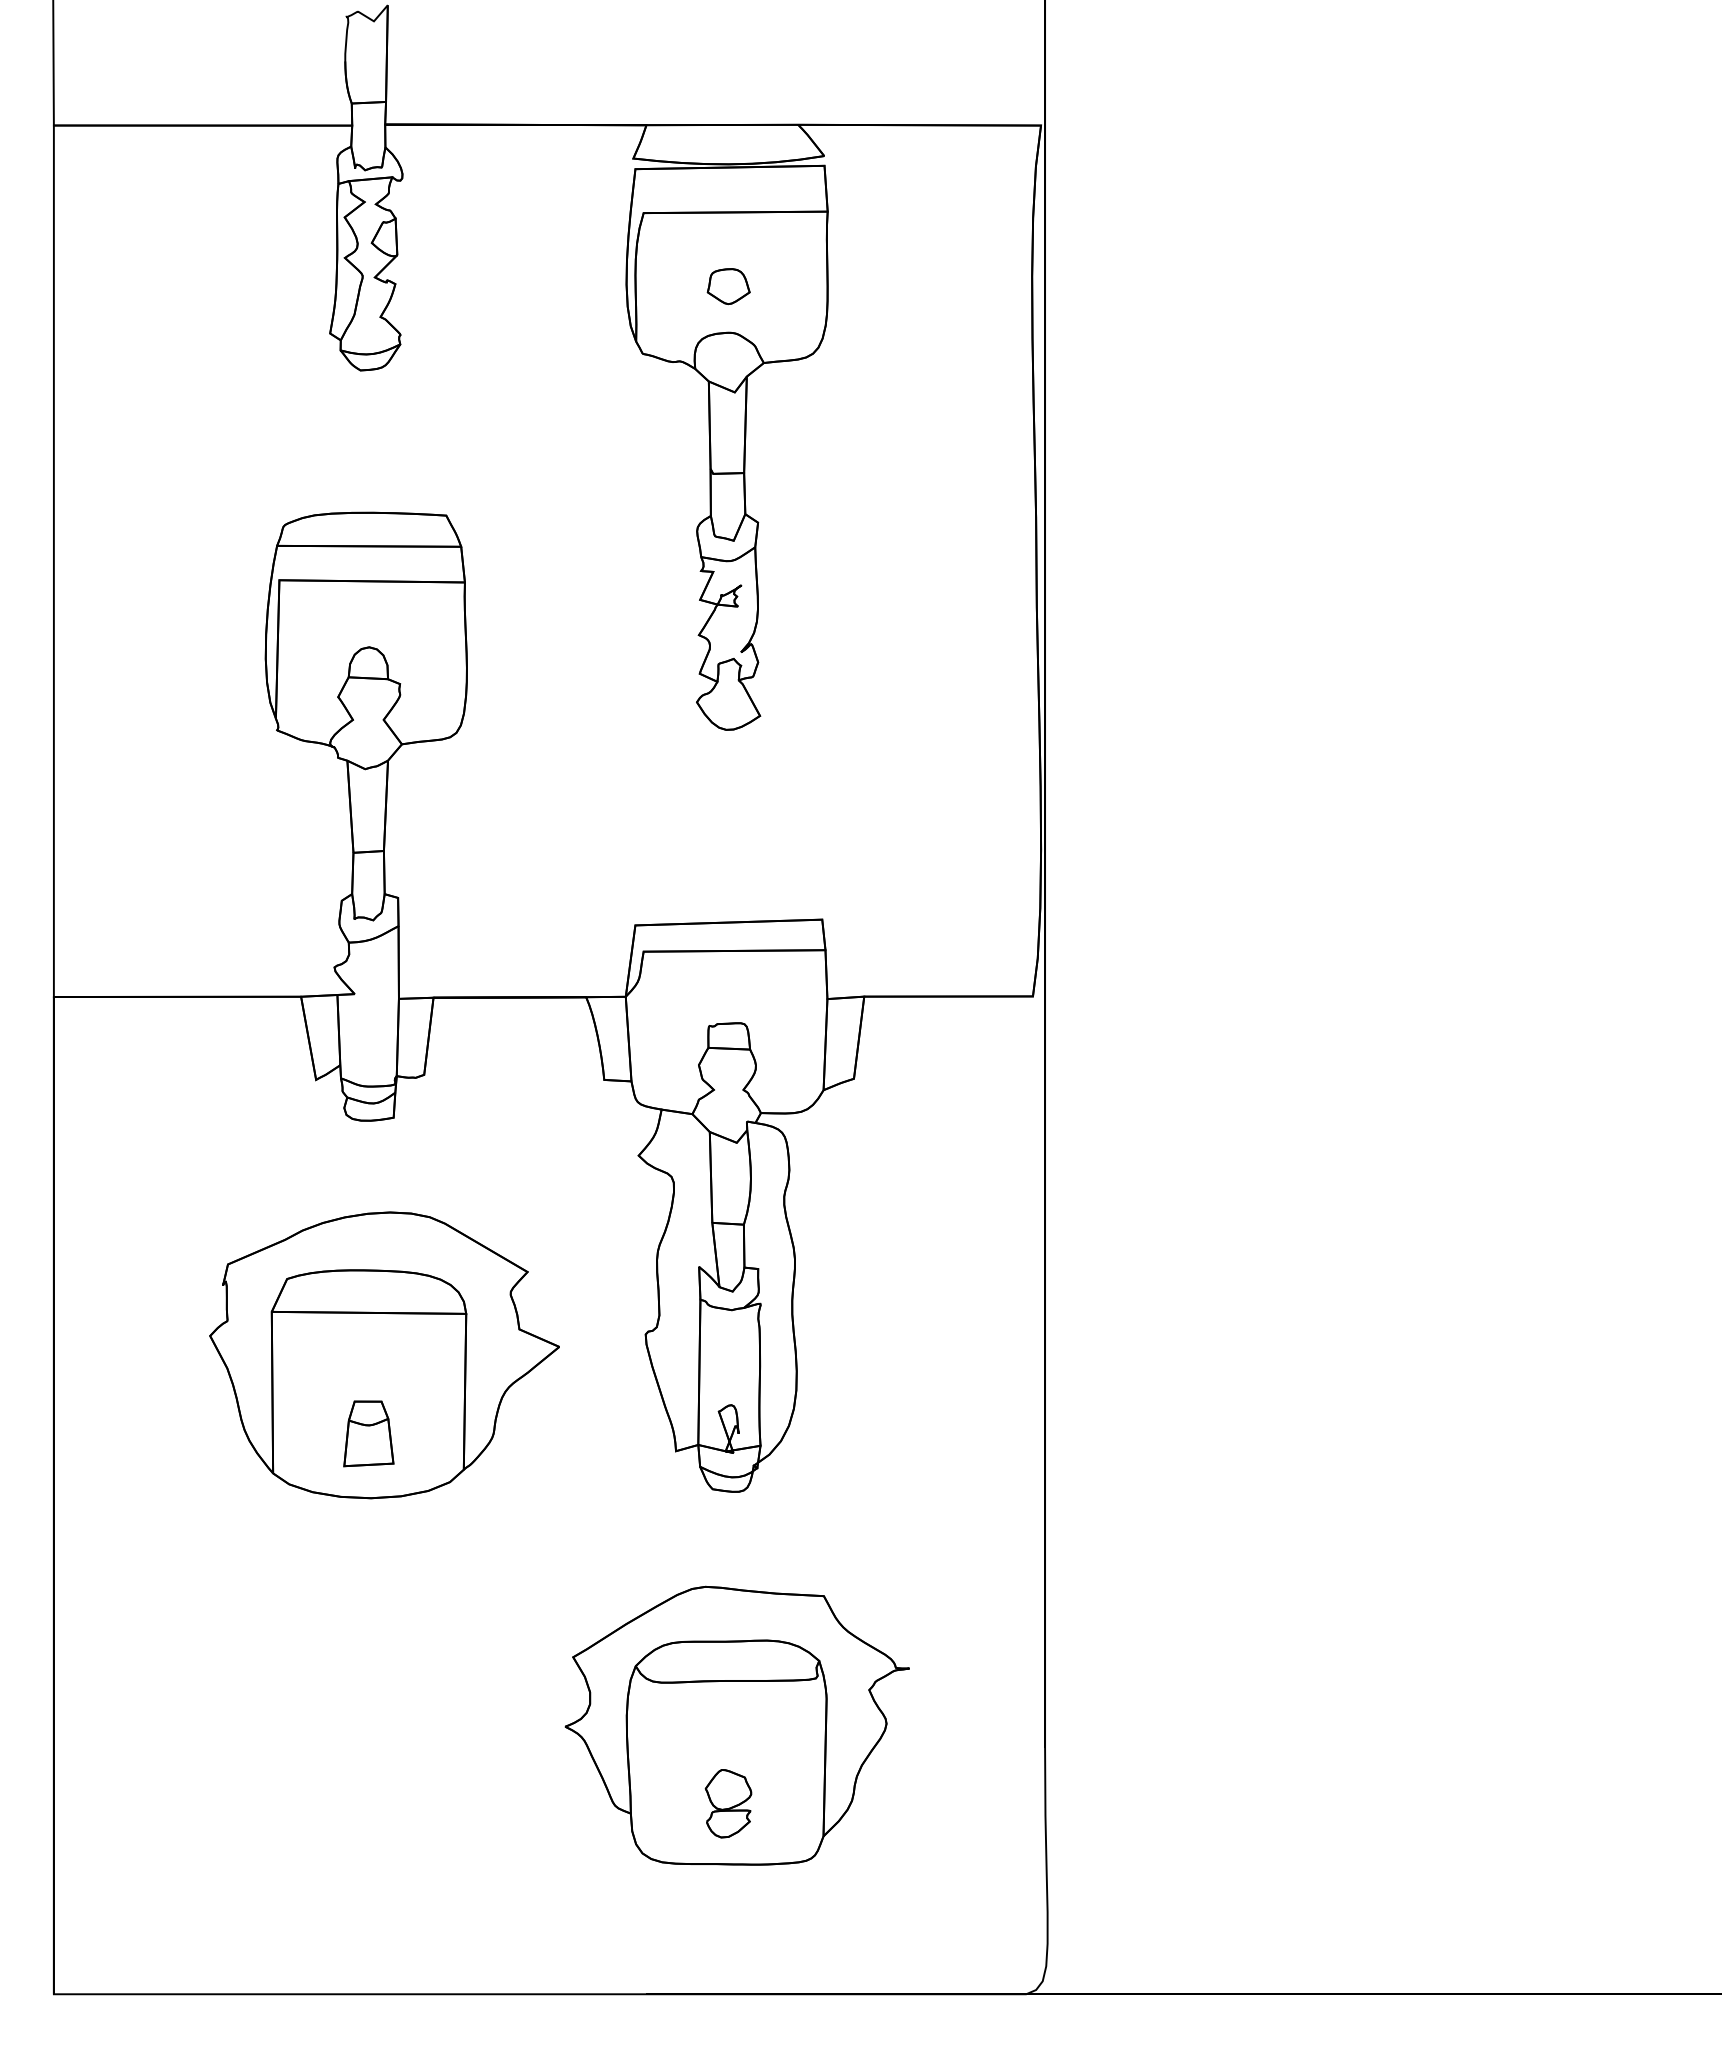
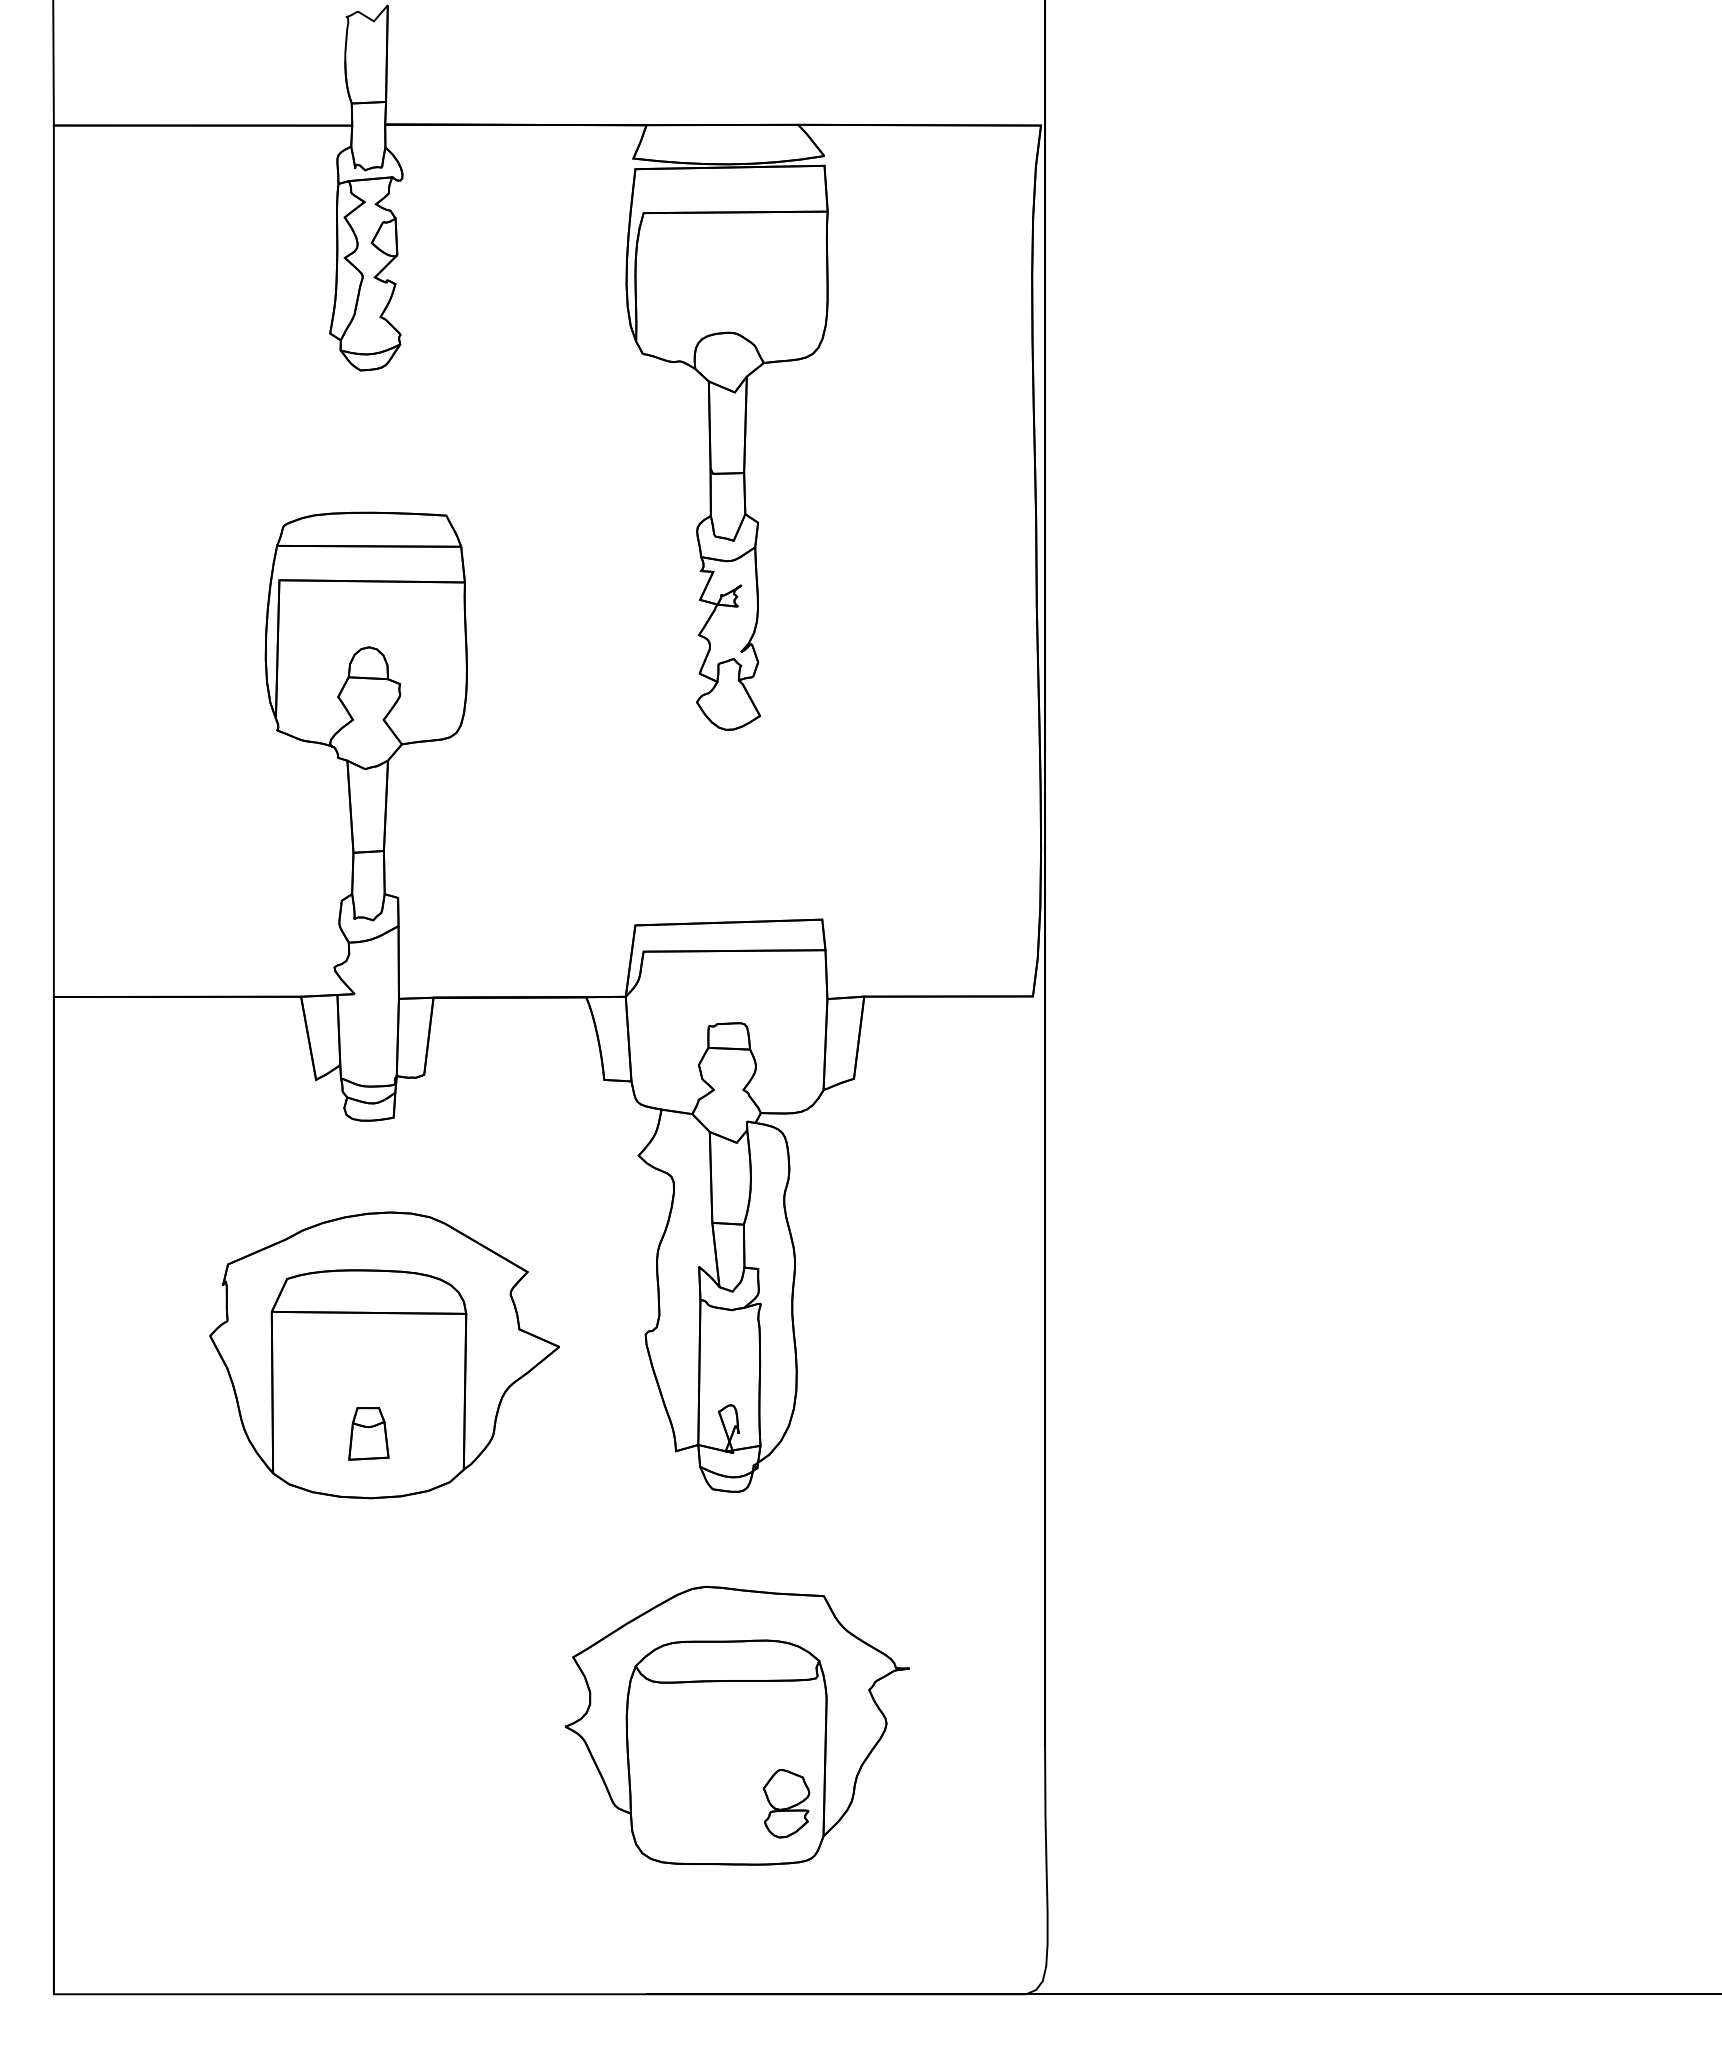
part at (728, 286): present -> none
part at (368, 1433) size: 52x68 px -> 42x54 px
part at (728, 1803) position: (728, 1803) -> (786, 1803)
